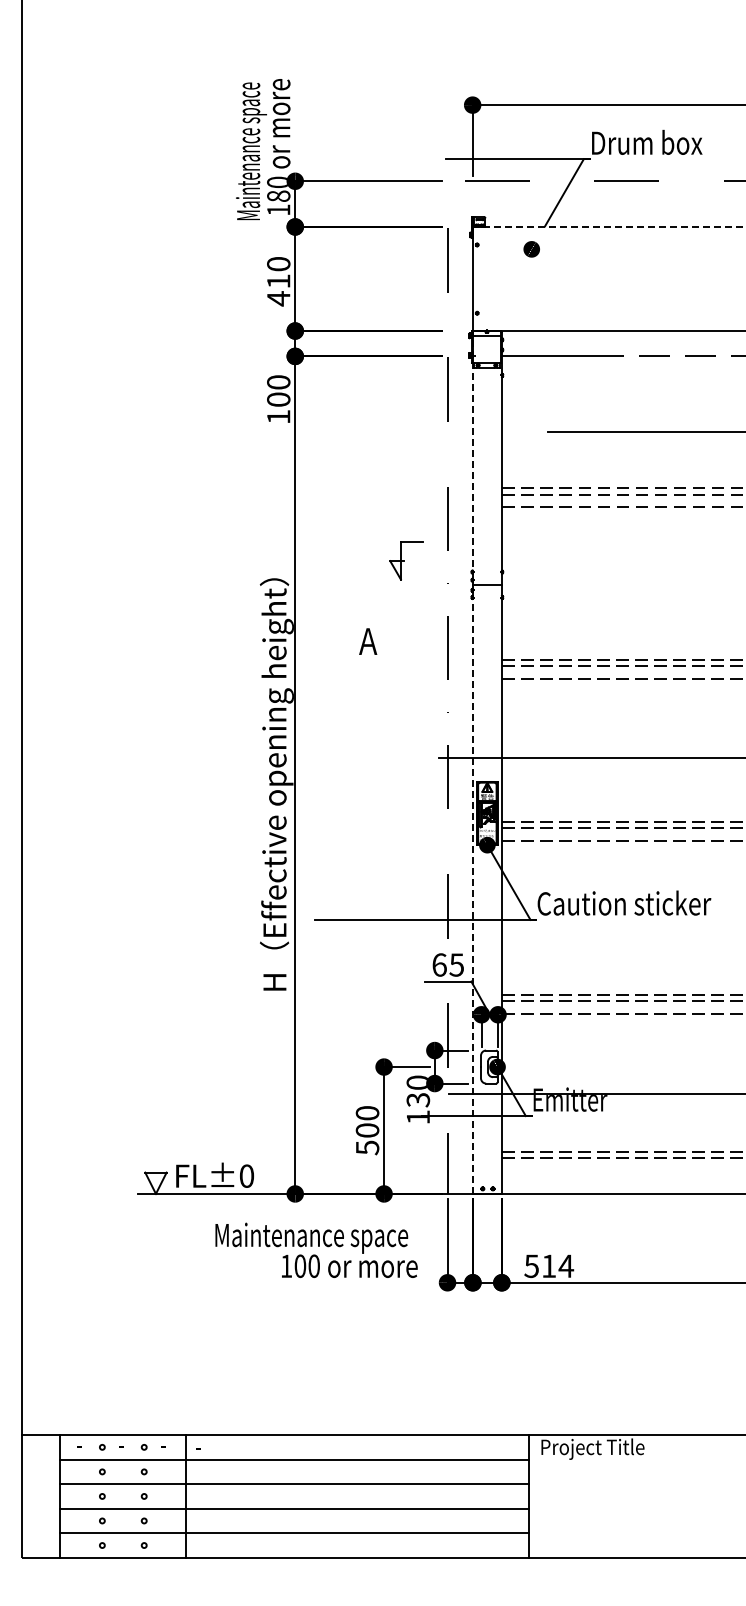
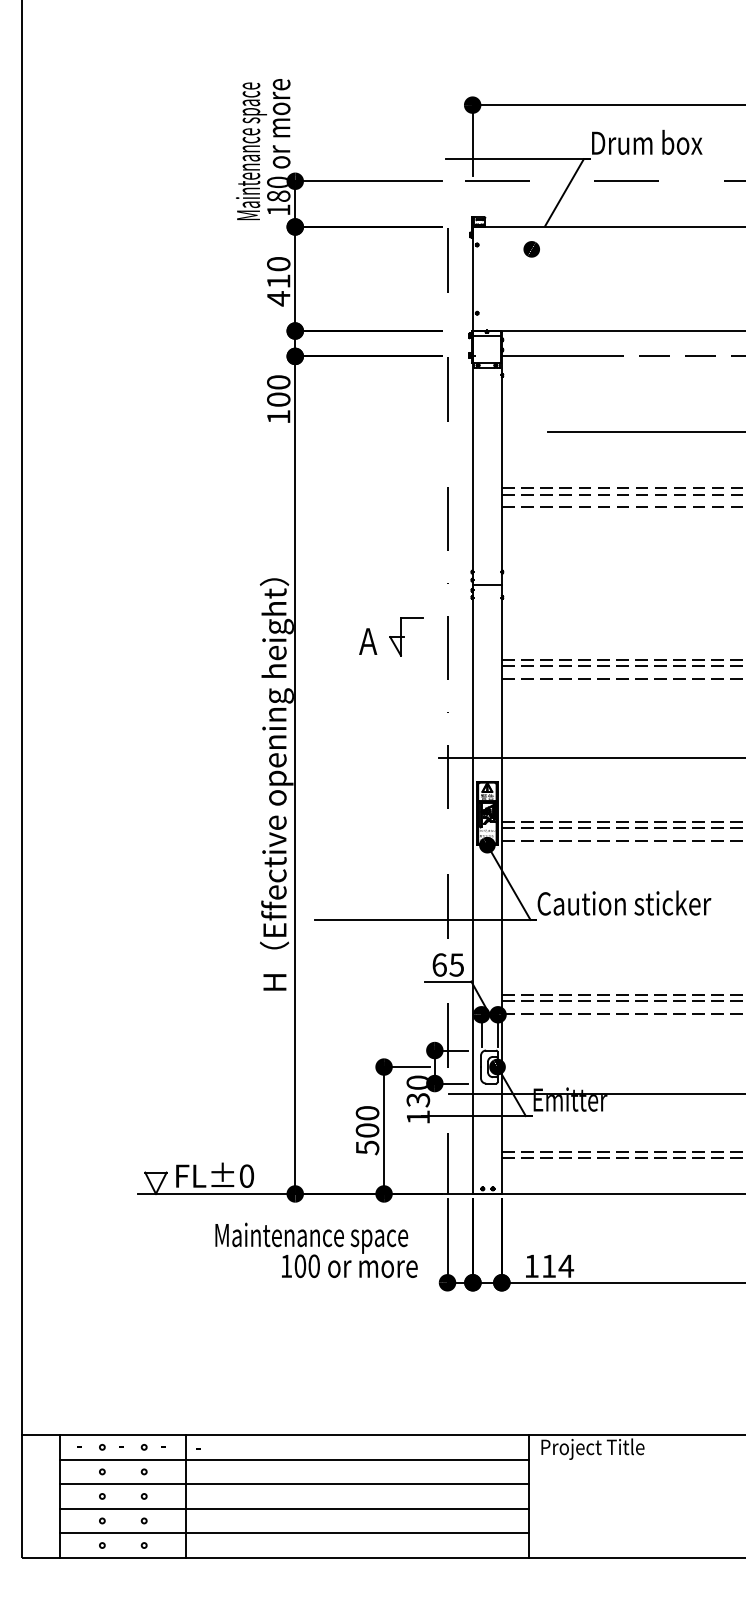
line at (608, 226): dashed -> solid
part at (406, 560) position: (406, 560) -> (406, 636)
line at (472, 761): dashed -> solid
text at (531, 1266): 514 -> 114
